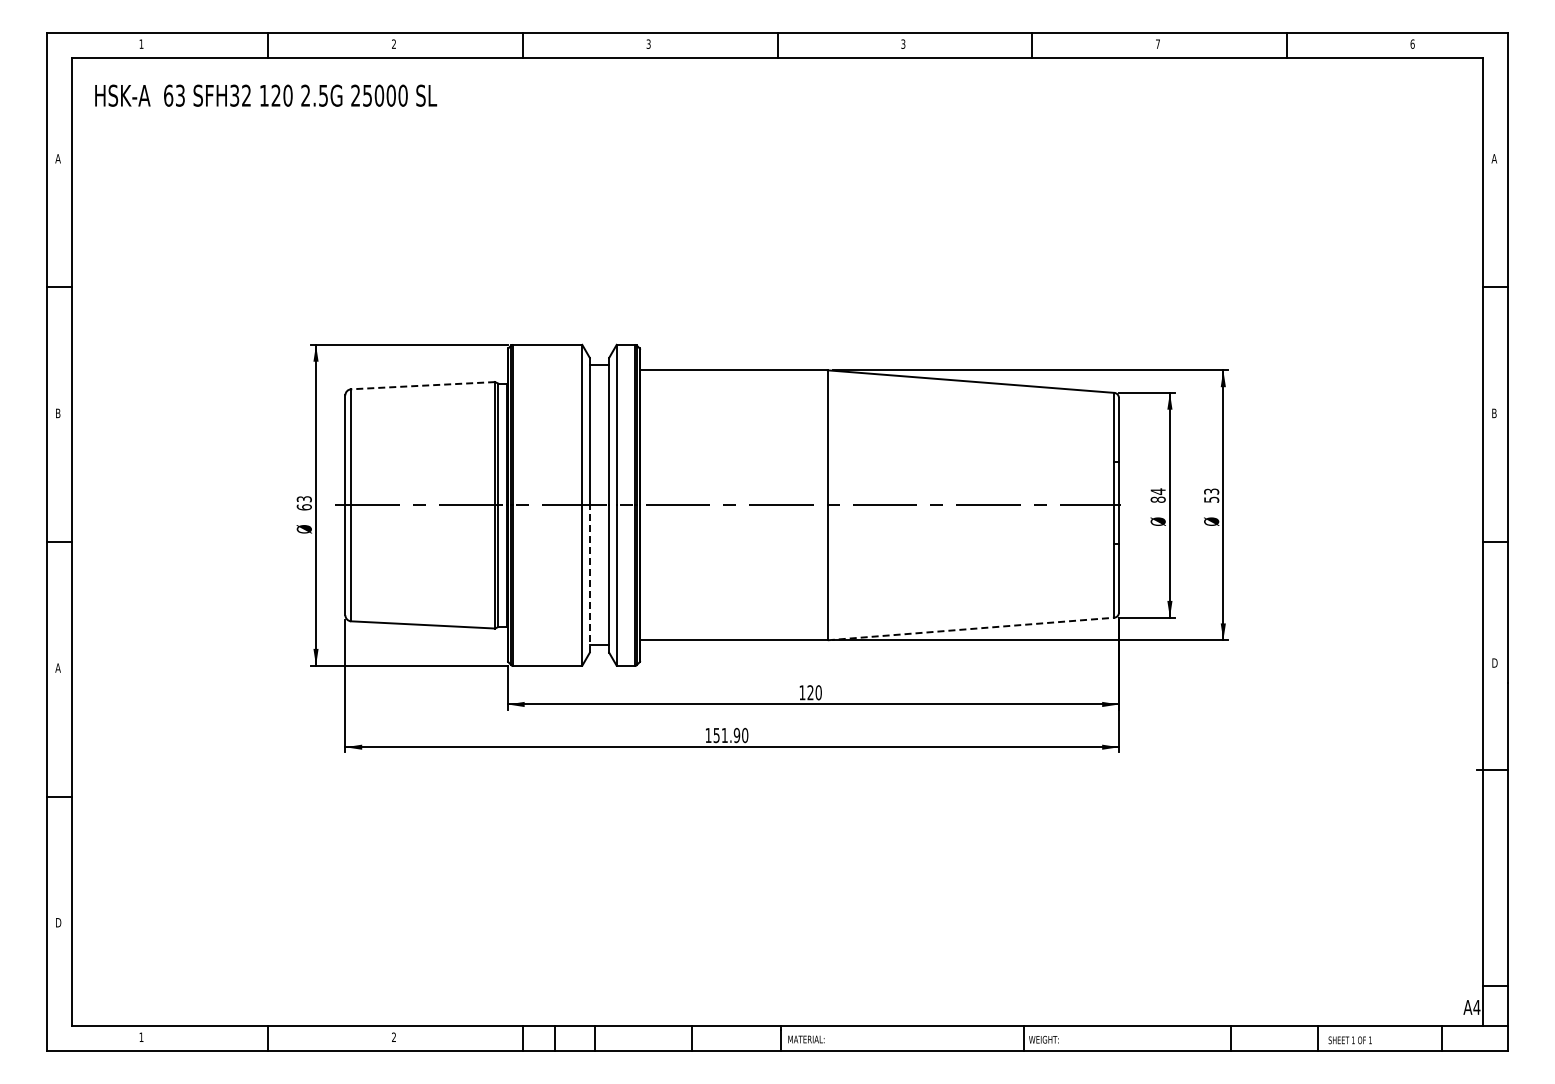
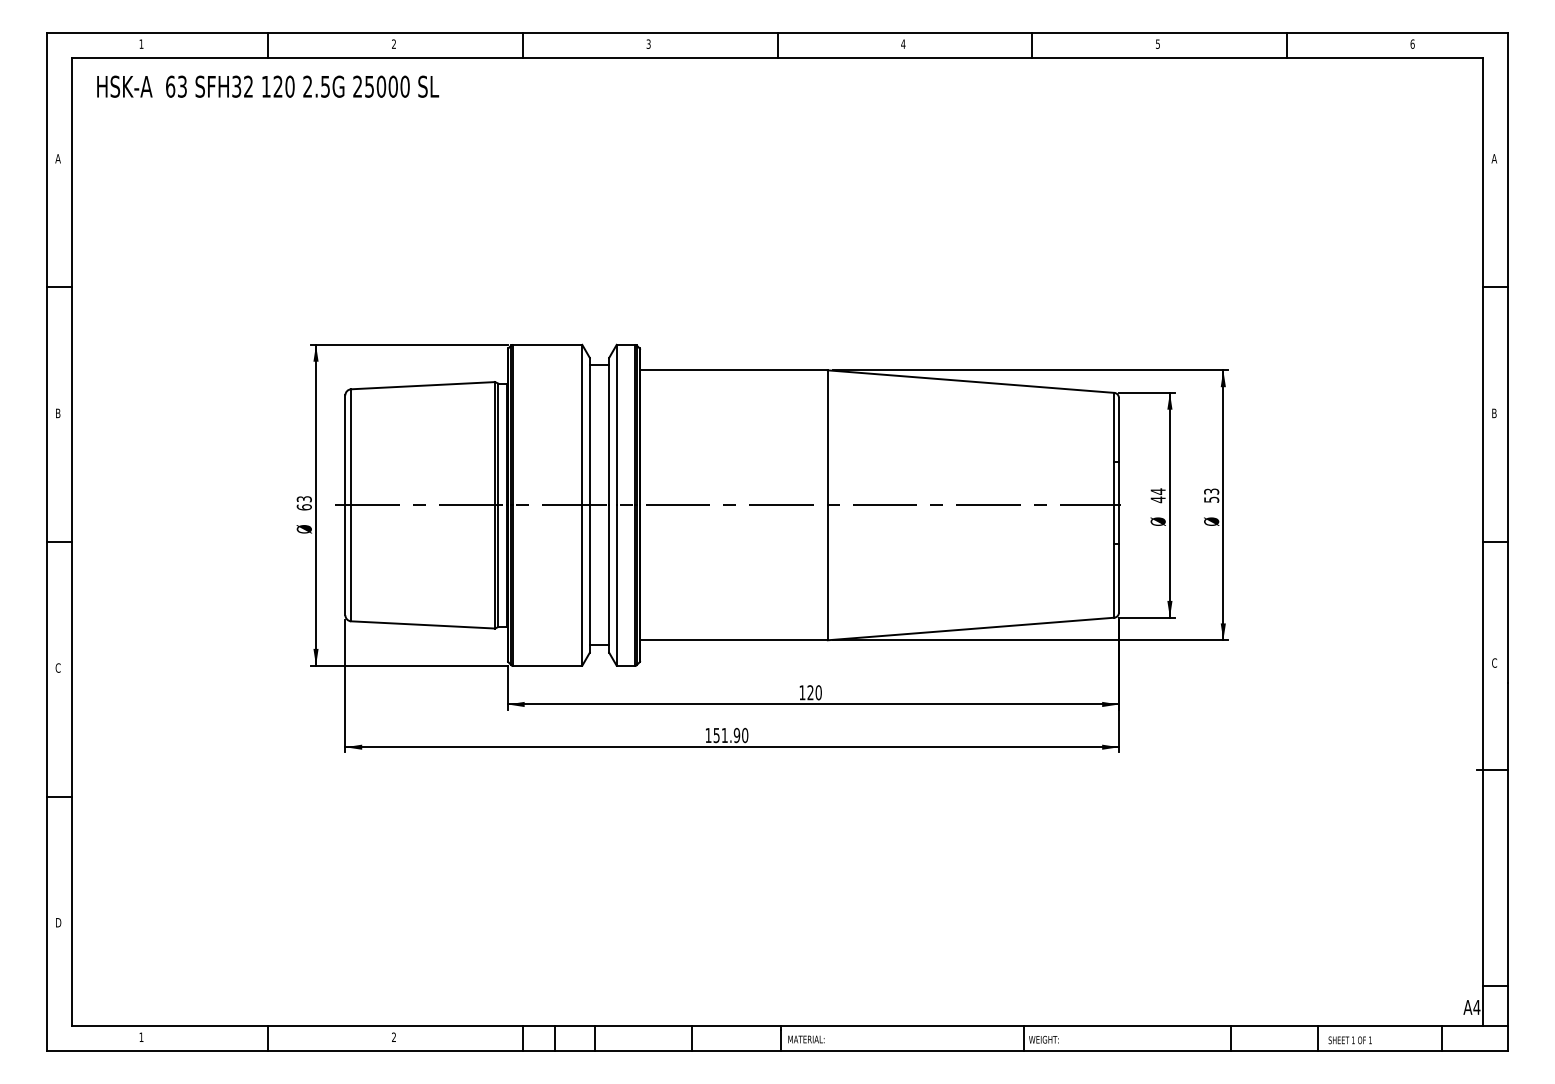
text at (903, 43): 3 -> 4
text at (1157, 43): 7 -> 5
text at (266, 95) position: (266, 95) -> (268, 86)
line at (422, 385): dashed -> solid
text at (1157, 499): 84 -> 44
line at (589, 579): dashed -> solid
line at (971, 629): dashed -> solid
text at (1494, 662): D -> C
text at (57, 667): A -> C
